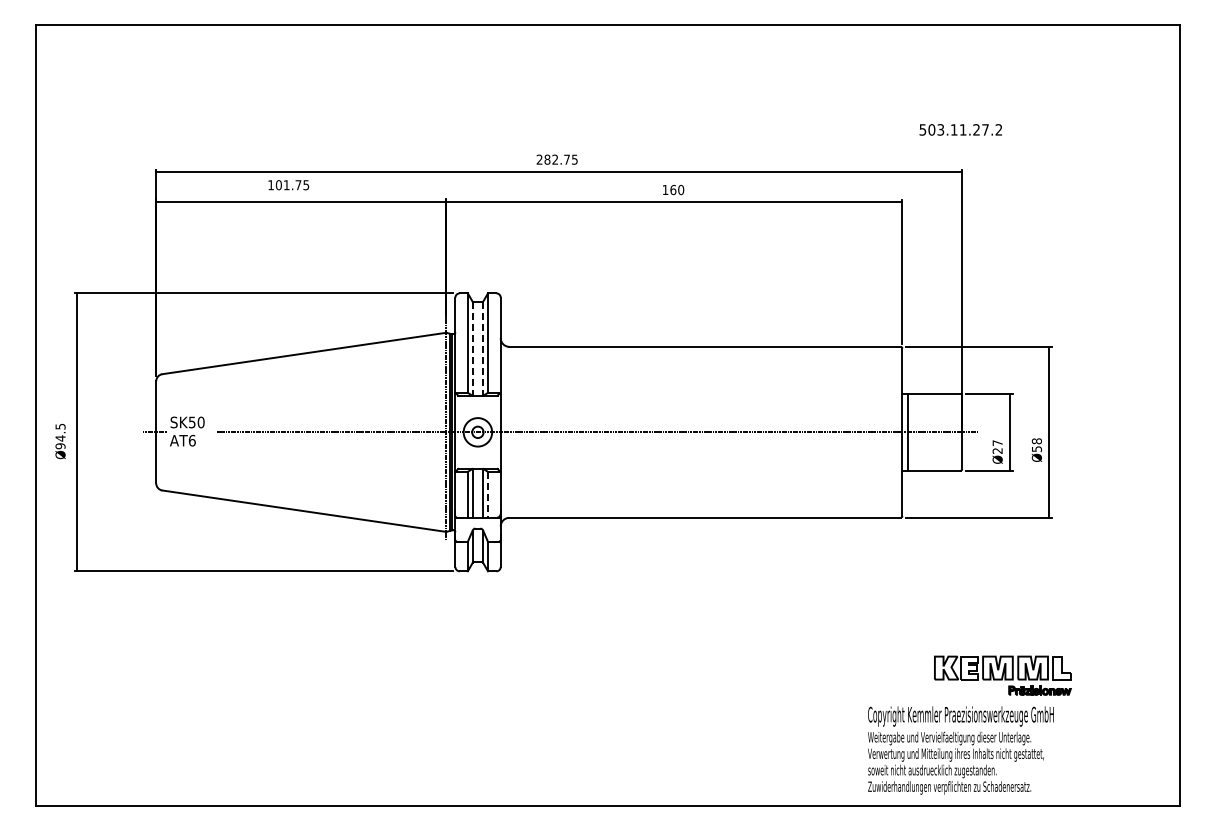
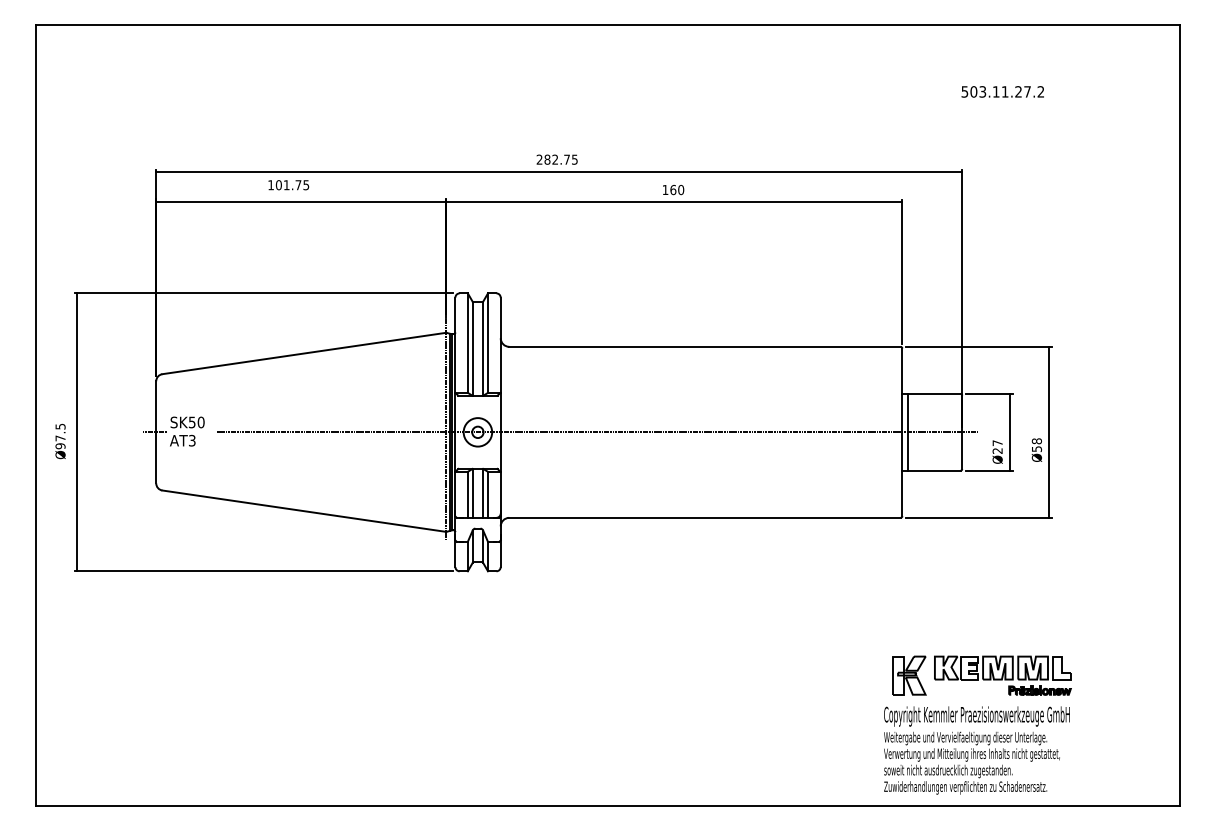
text at (960, 129) position: (960, 129) -> (1002, 91)
line at (472, 349): dashed -> solid
line at (483, 349): dashed -> solid
text at (60, 438): Ø94.5 -> Ø97.5
text at (191, 440): AT6 -> AT3
line at (488, 495): dashed -> solid
part at (909, 675): none -> present
text at (960, 750) position: (960, 750) -> (976, 750)
